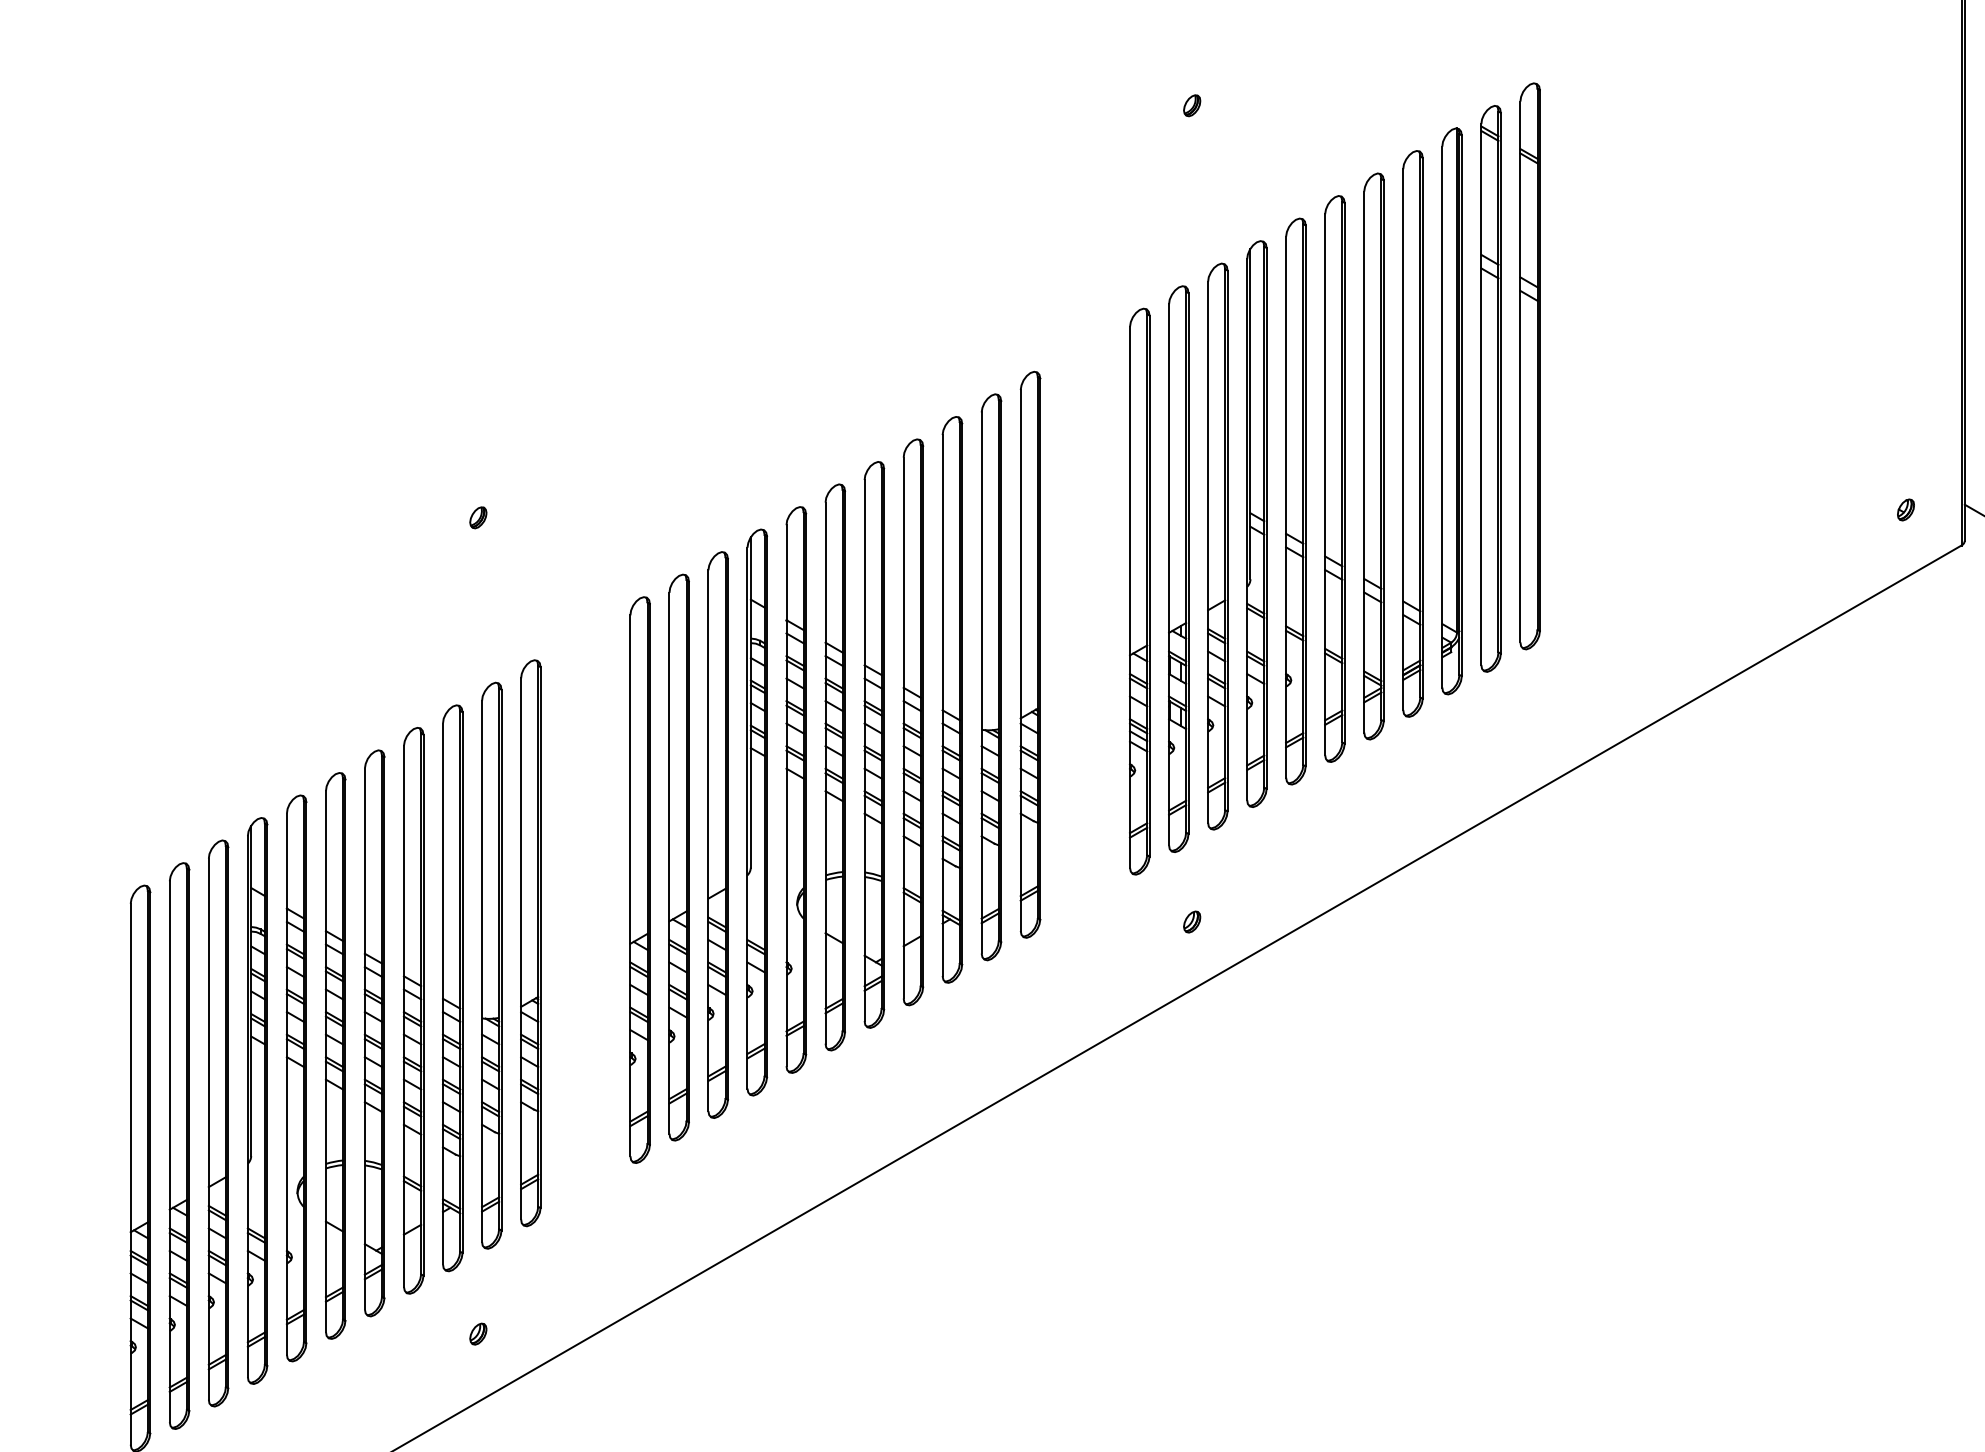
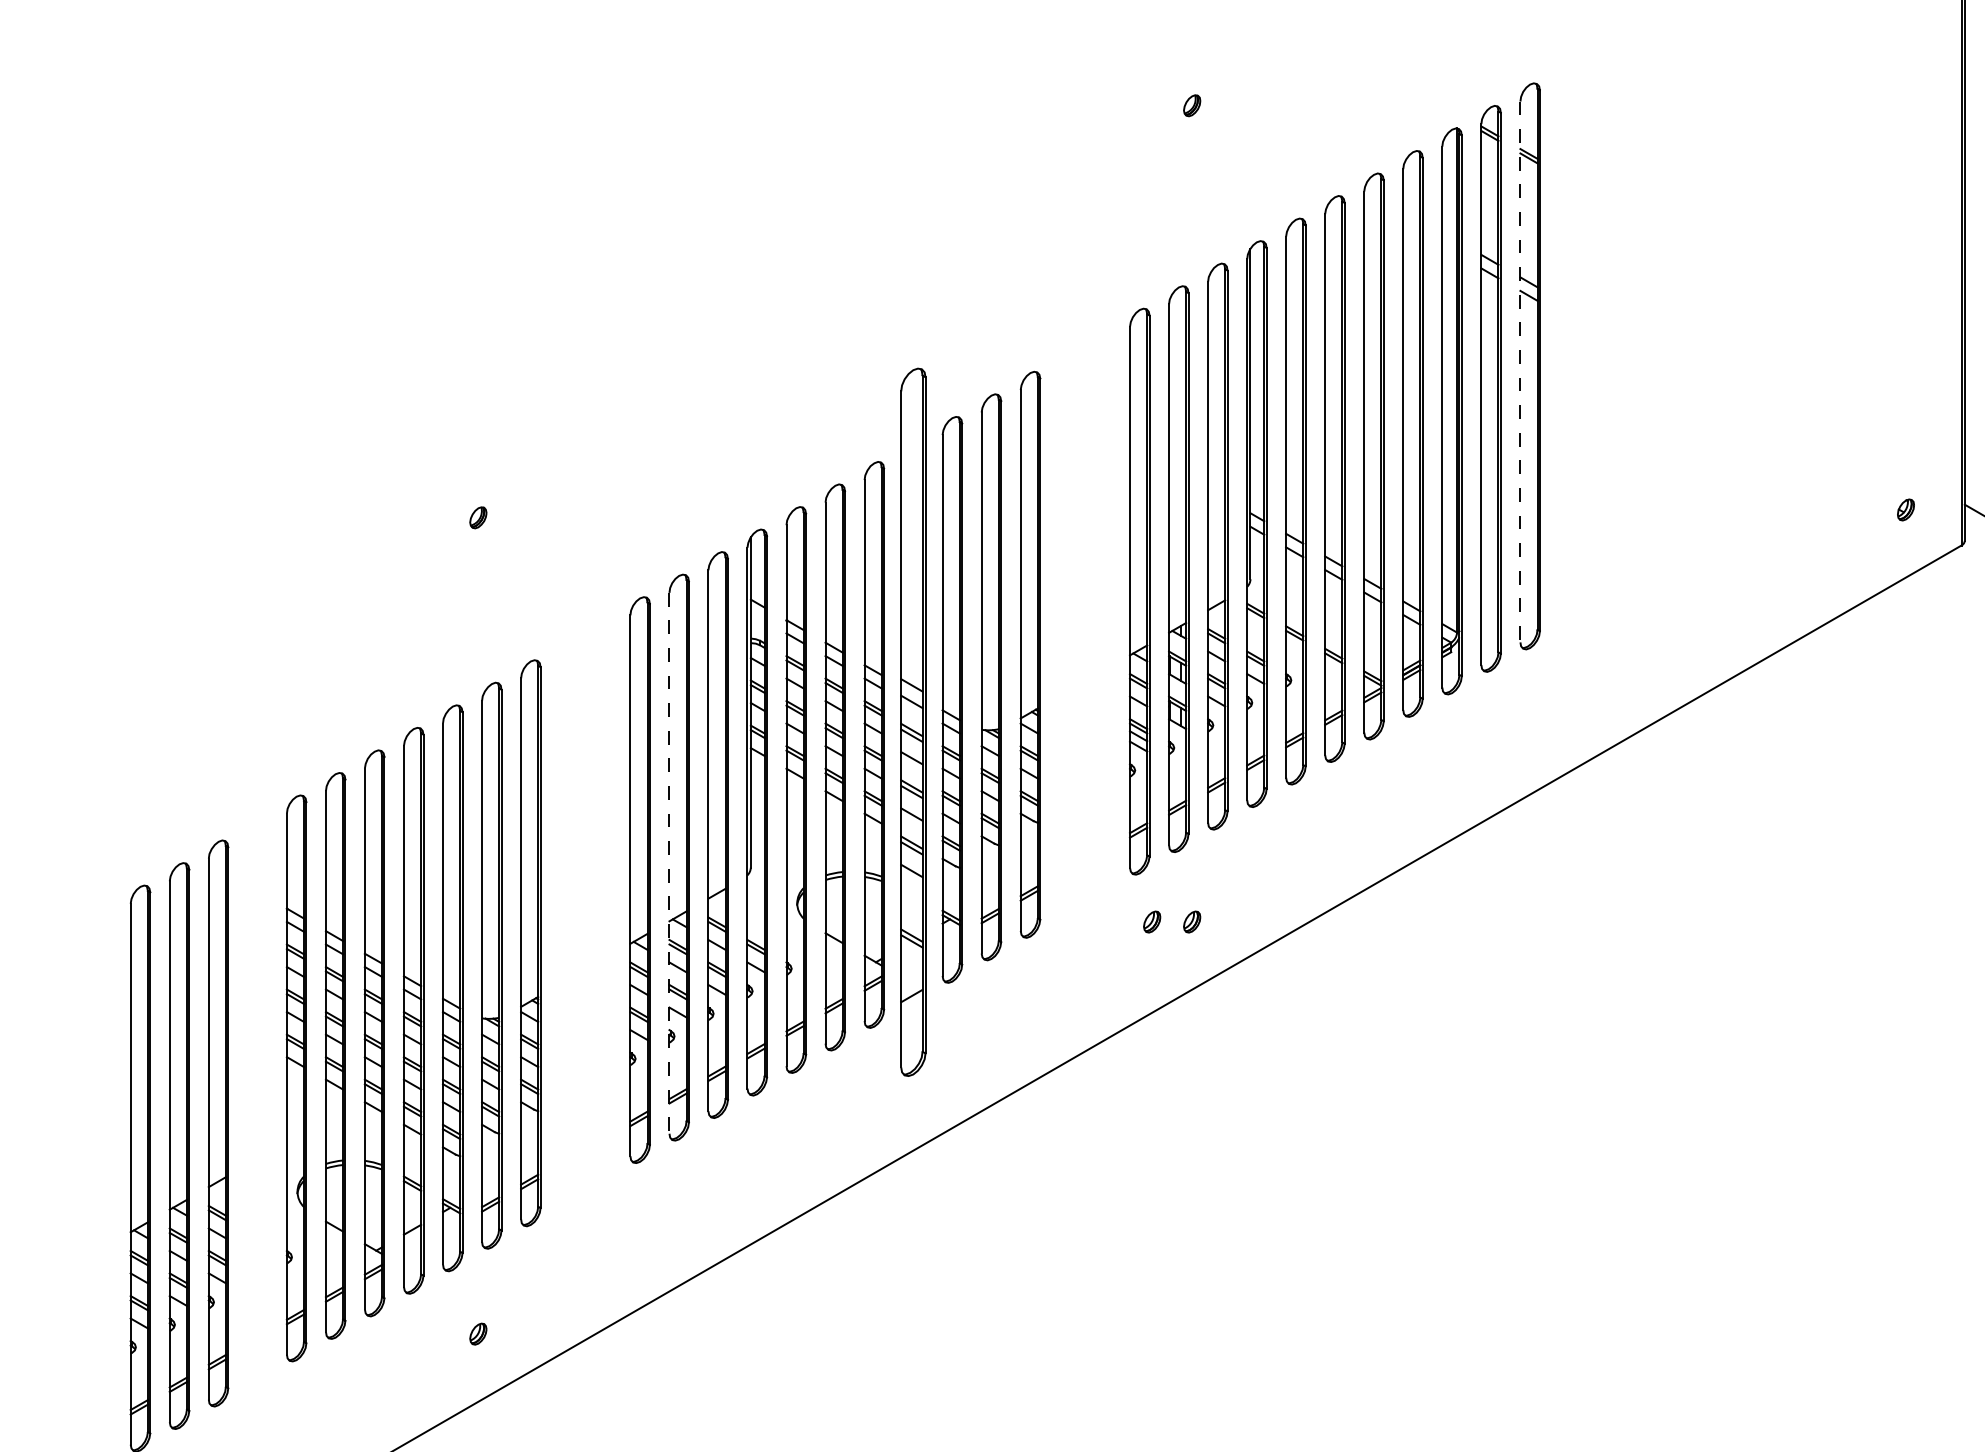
line at (1520, 372): solid -> dashed
part at (913, 722) size: 23x569 px -> 27x710 px
line at (669, 863): solid -> dashed
part at (1152, 921): none -> present
part at (257, 1100): present -> none
